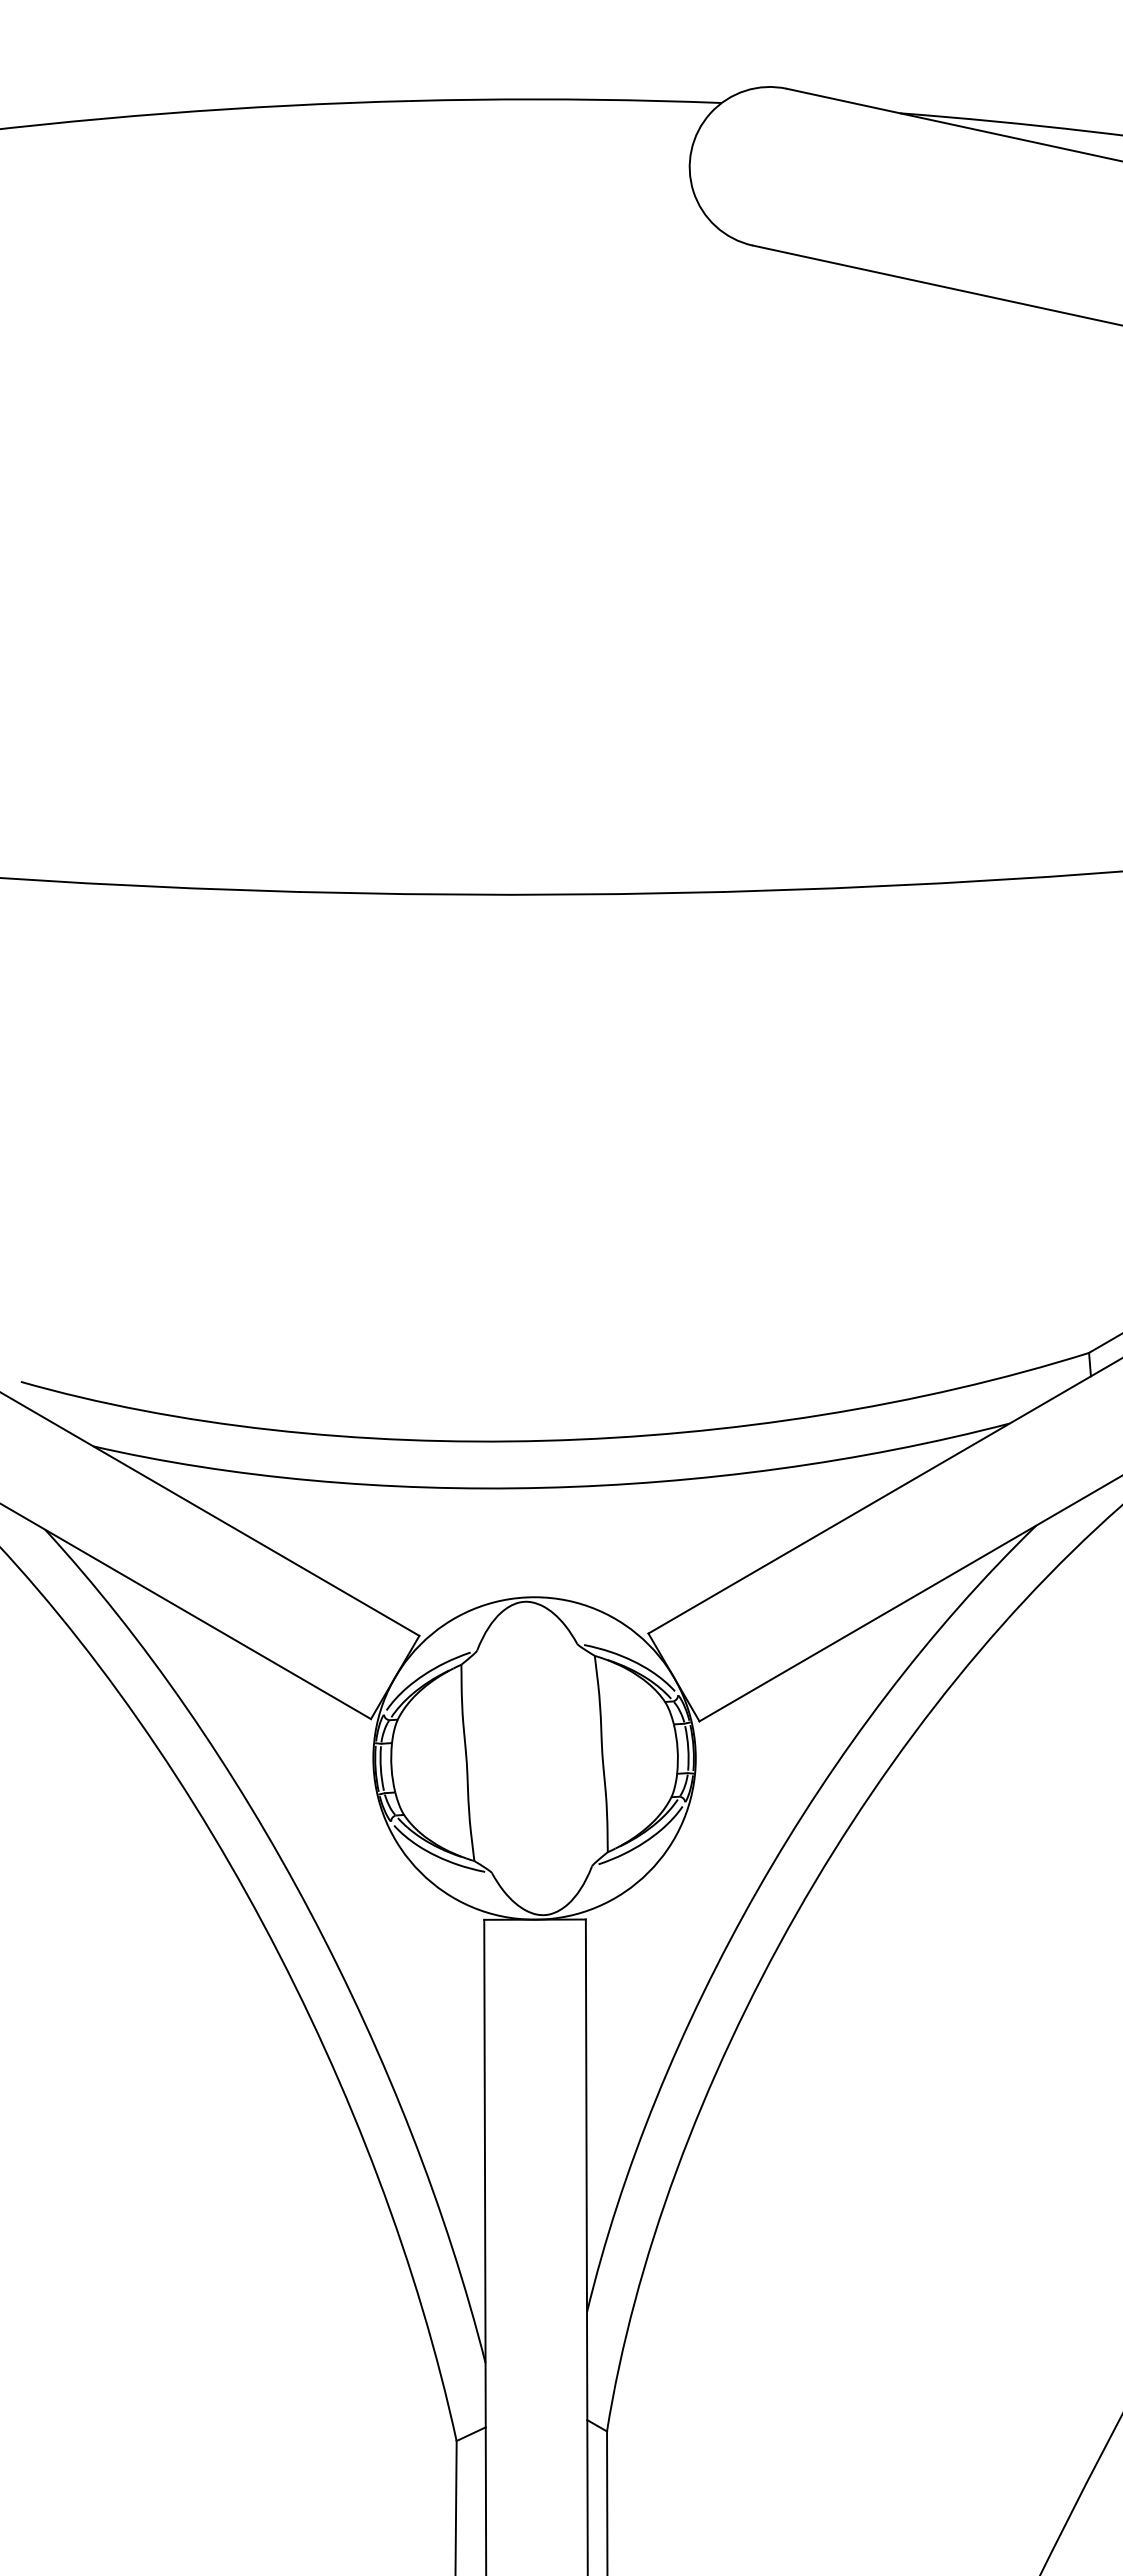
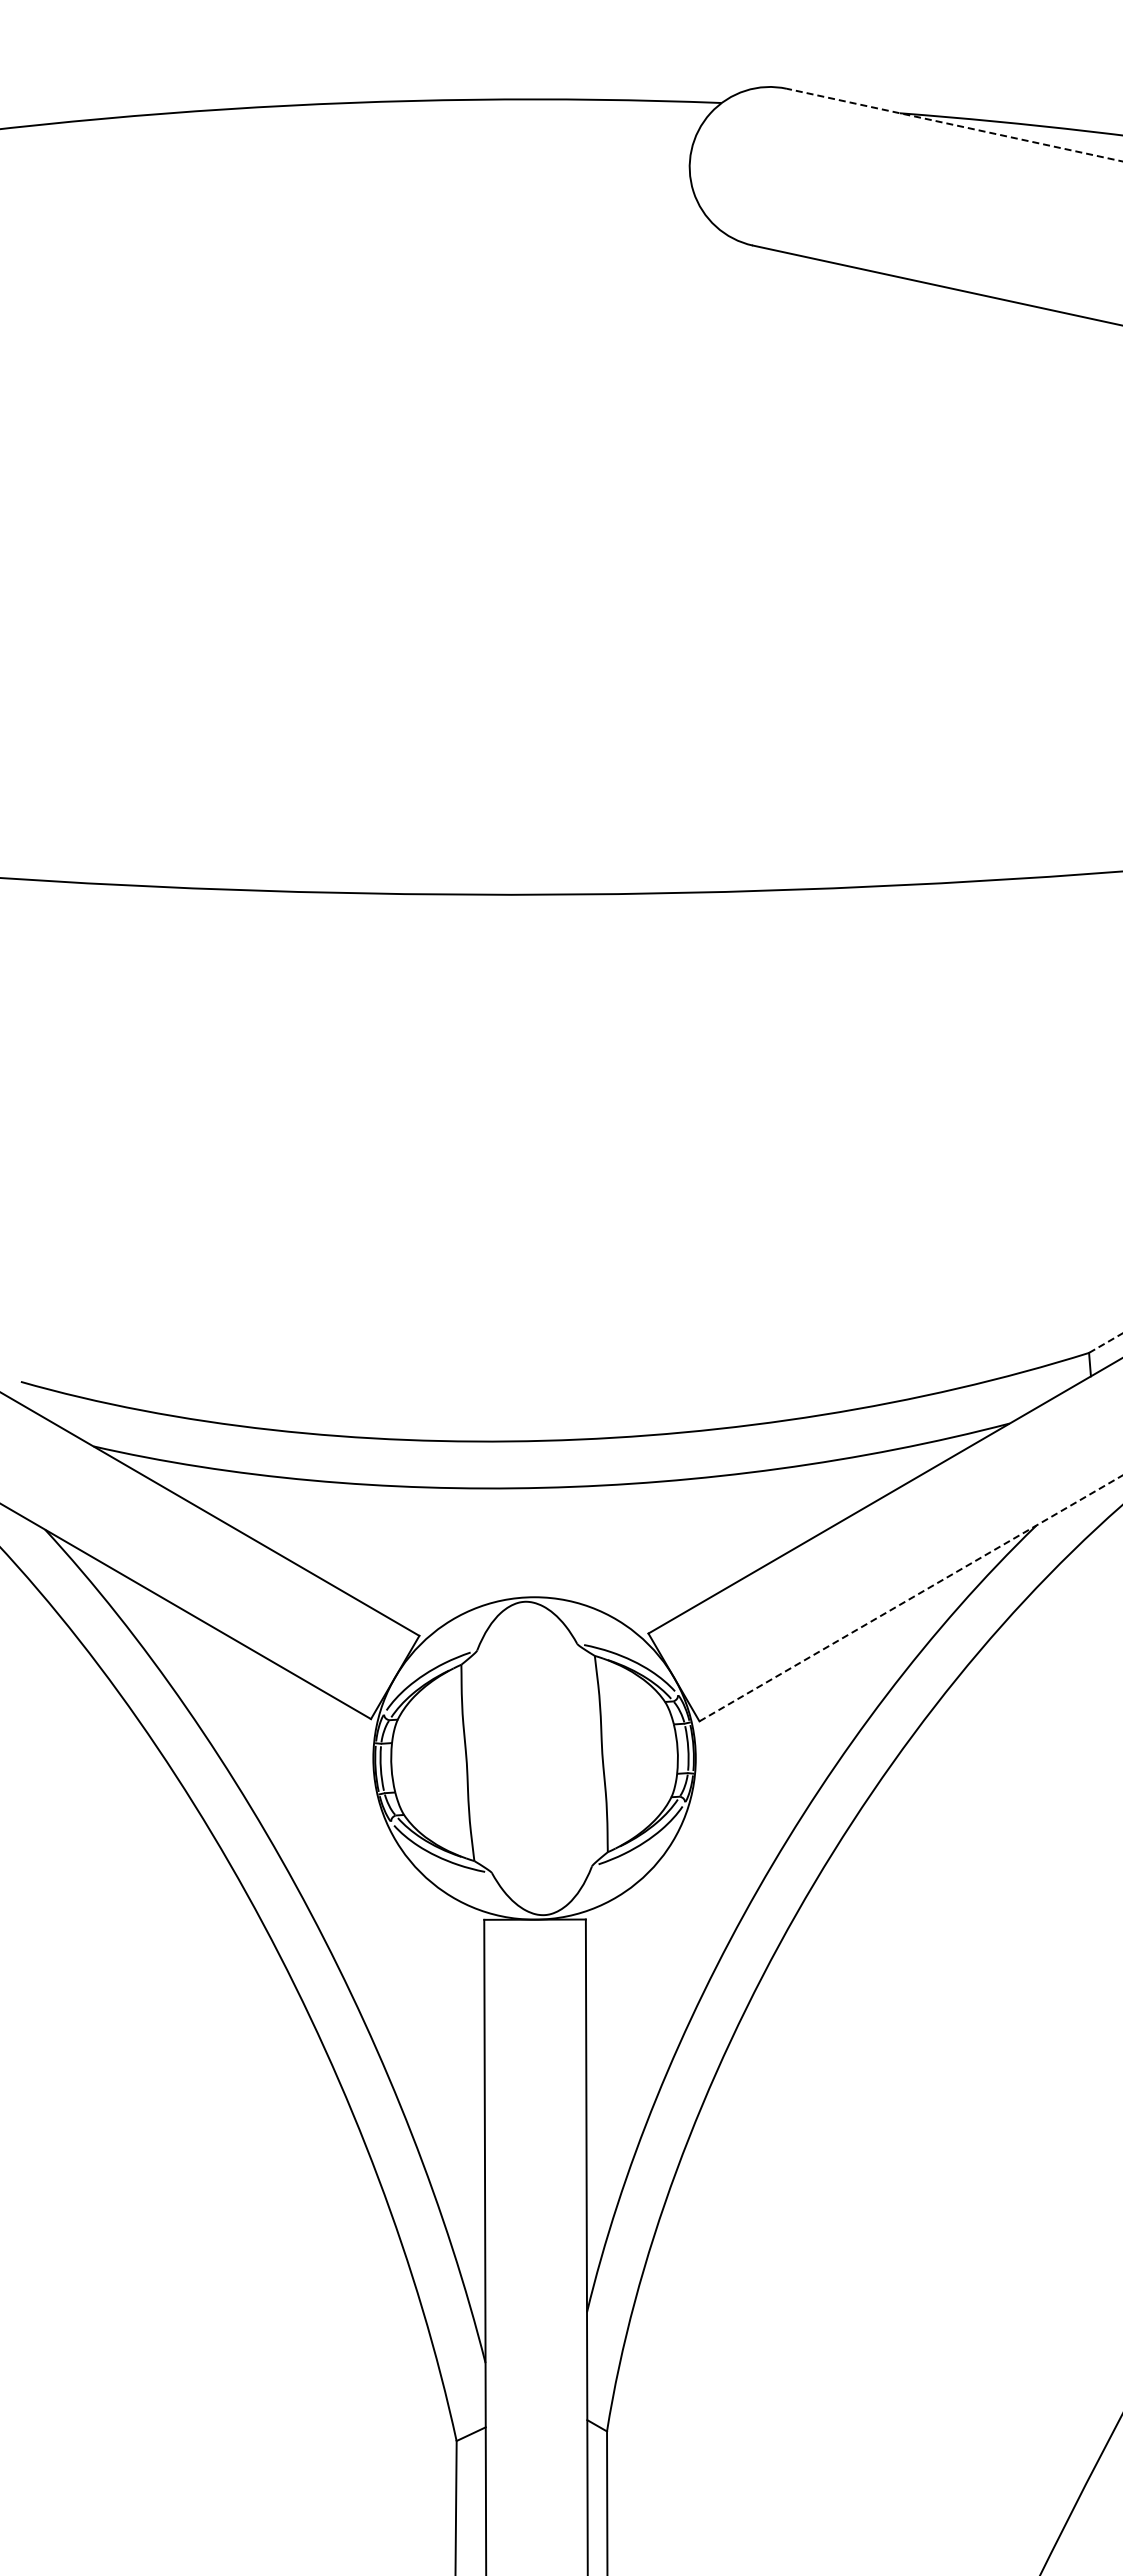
line at (954, 125): solid -> dashed
line at (1106, 1342): solid -> dashed
line at (911, 1598): solid -> dashed
